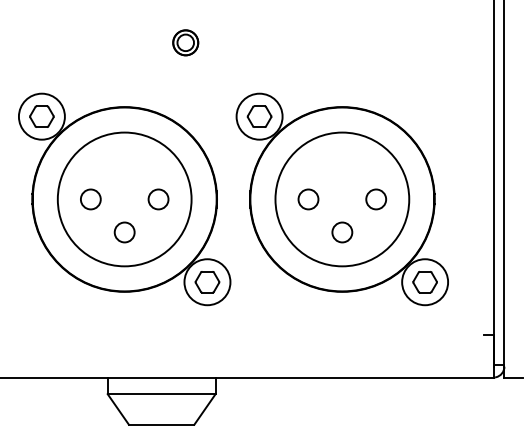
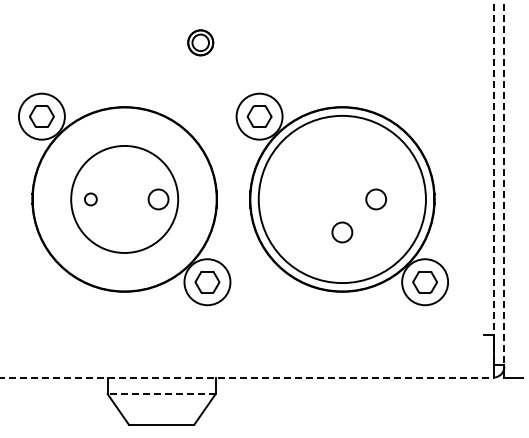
part at (185, 42) position: (185, 42) -> (200, 42)
line at (494, 183): solid -> dashed
line at (504, 183): solid -> dashed
circle at (90, 199) size: 22x23 px -> 14x15 px
circle at (124, 199) diameter: 134 px -> 107 px
circle at (308, 199): present -> none
circle at (342, 199) diameter: 134 px -> 167 px
circle at (124, 232): present -> none
line at (247, 377): solid -> dashed
line at (161, 394): solid -> dashed
